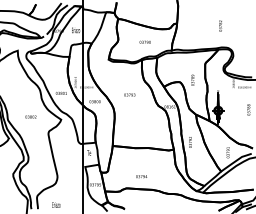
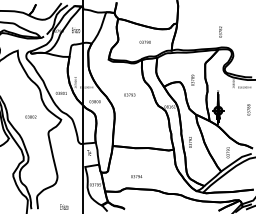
text at (220, 25) position: (220, 25) -> (220, 31)
text at (141, 176) position: (141, 176) -> (136, 176)
text at (56, 204) position: (56, 204) -> (64, 206)
